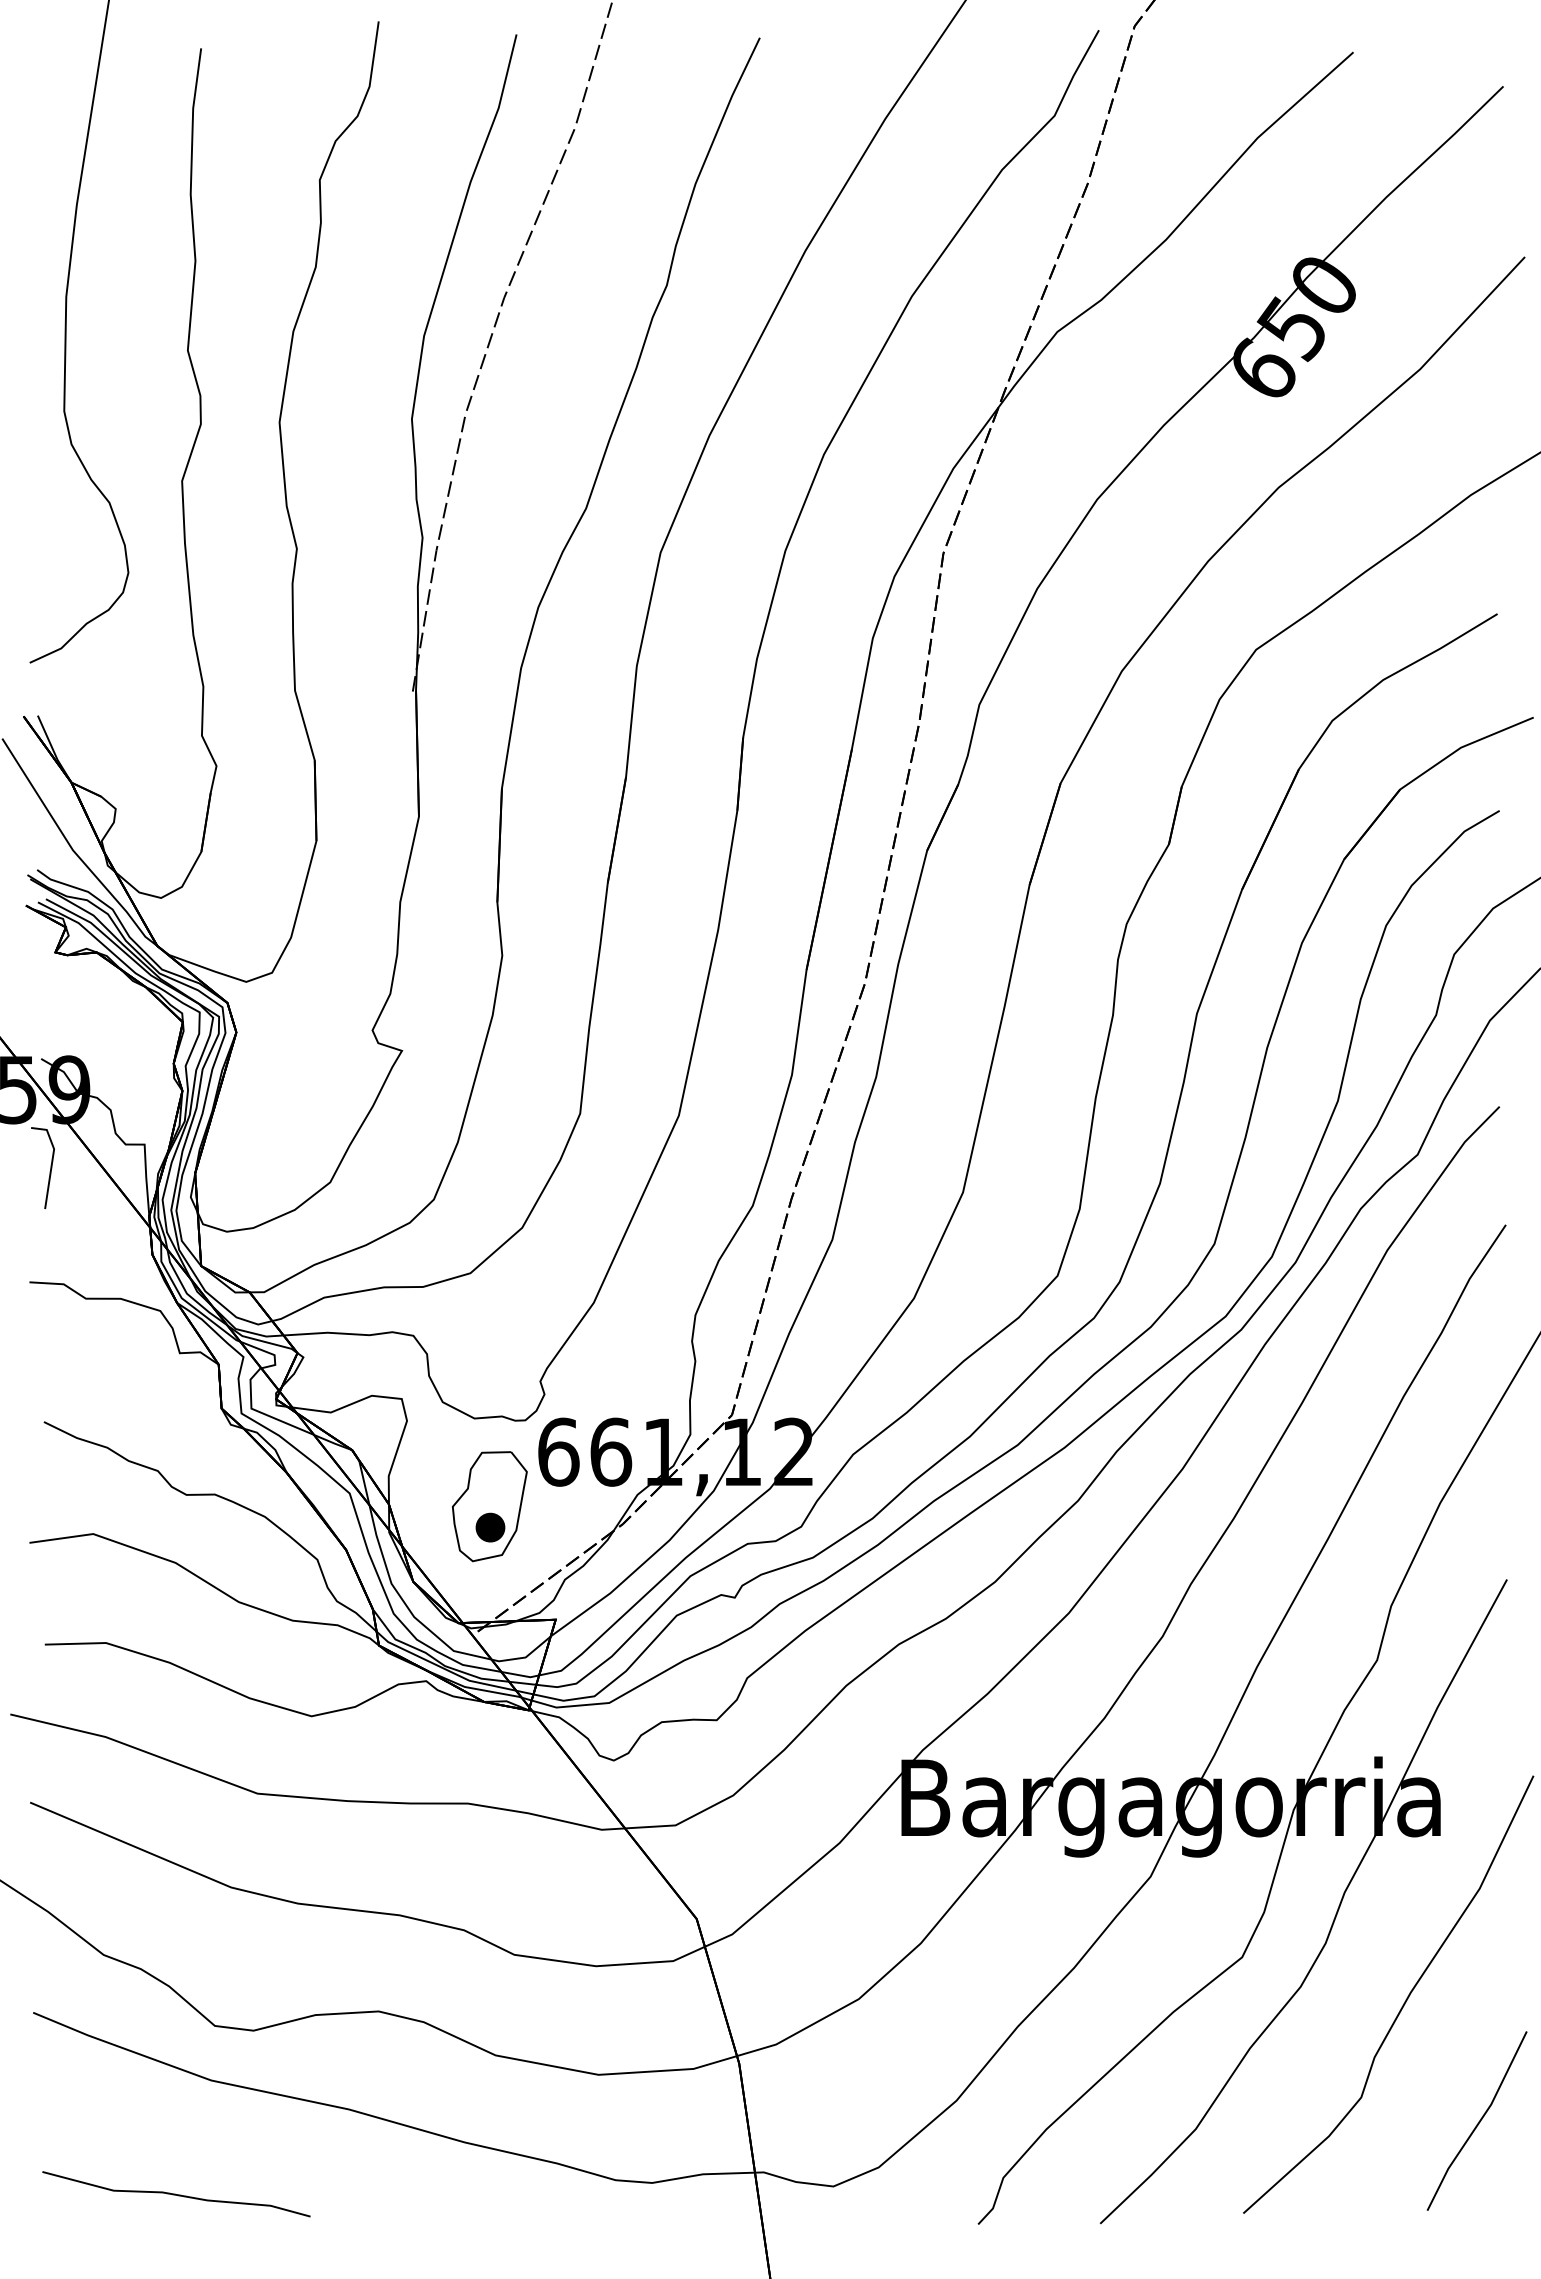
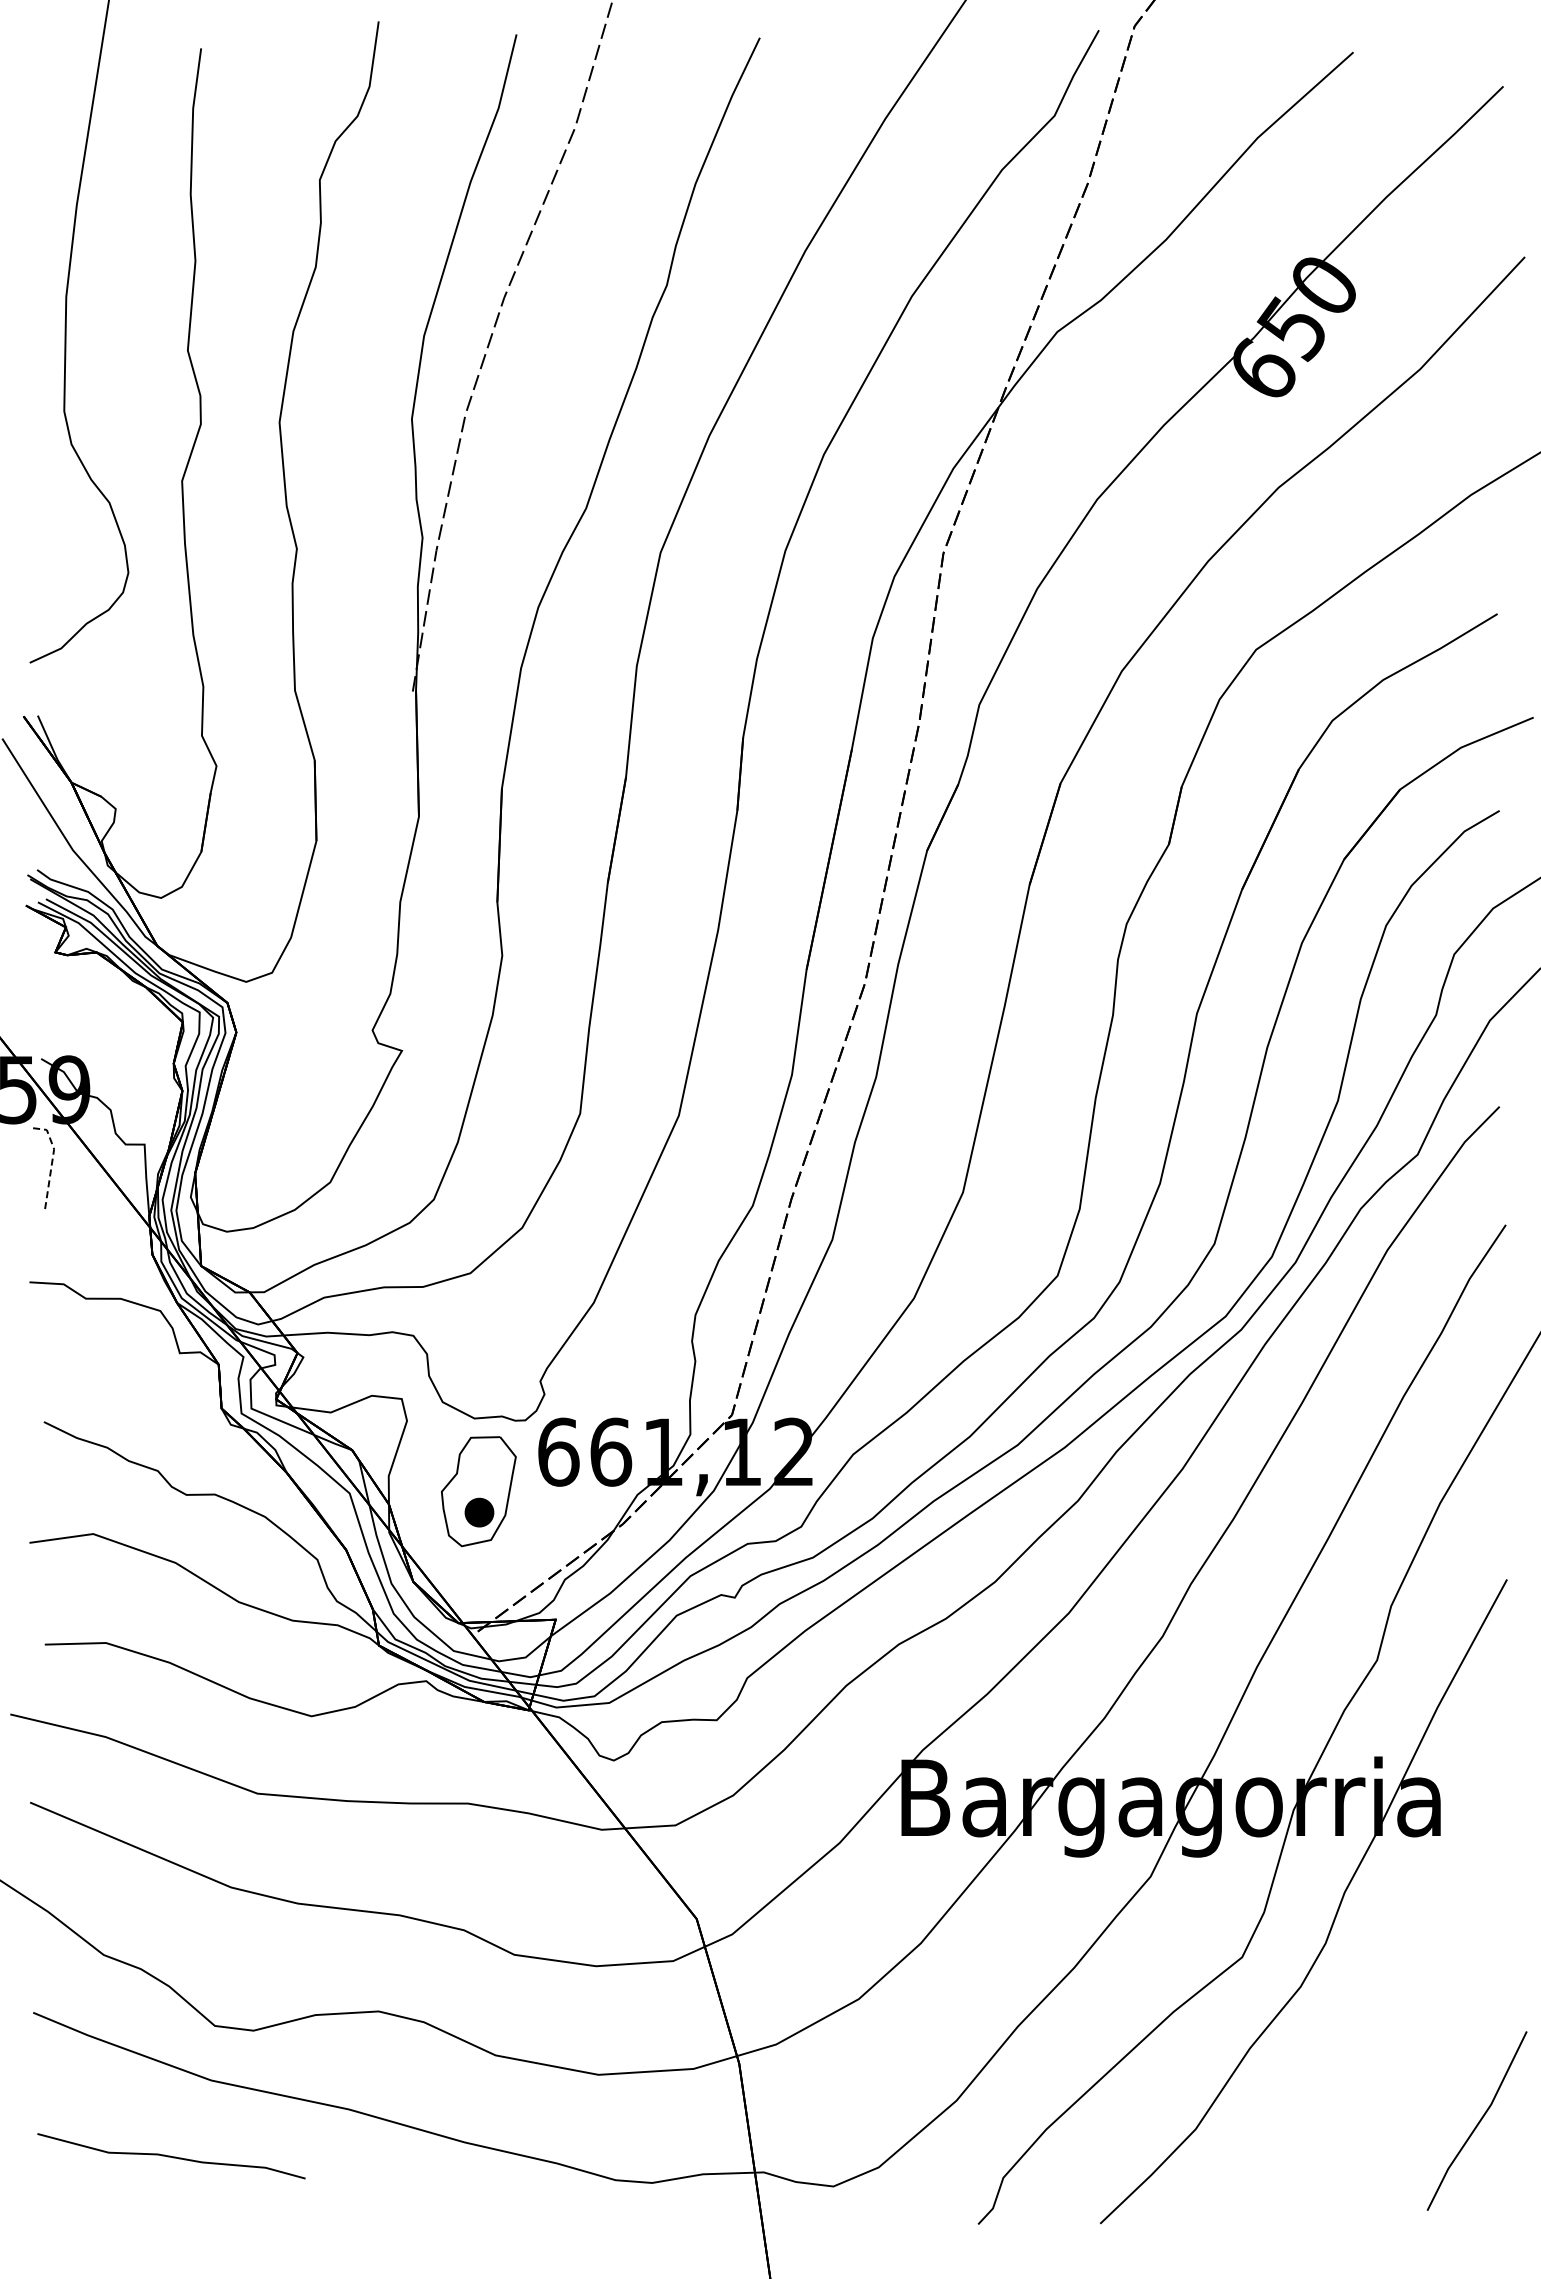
line at (52, 1159): solid -> dashed
part at (489, 1506) position: (489, 1506) -> (478, 1491)
curve at (1404, 2001): present -> none
curve at (176, 2194) position: (176, 2194) -> (171, 2156)
